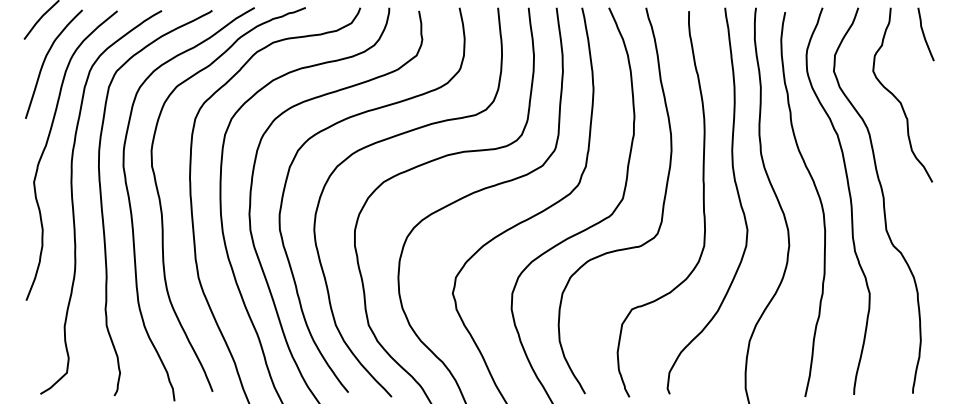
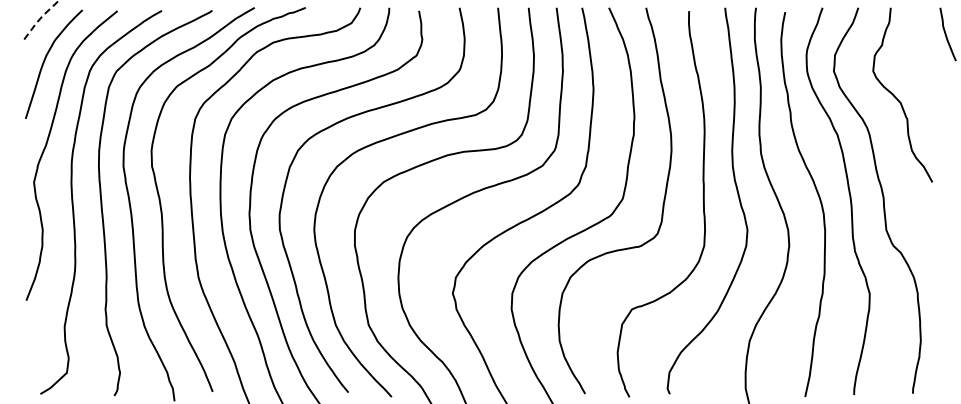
line at (40, 18): solid -> dashed
curve at (924, 34) position: (924, 34) -> (946, 34)
